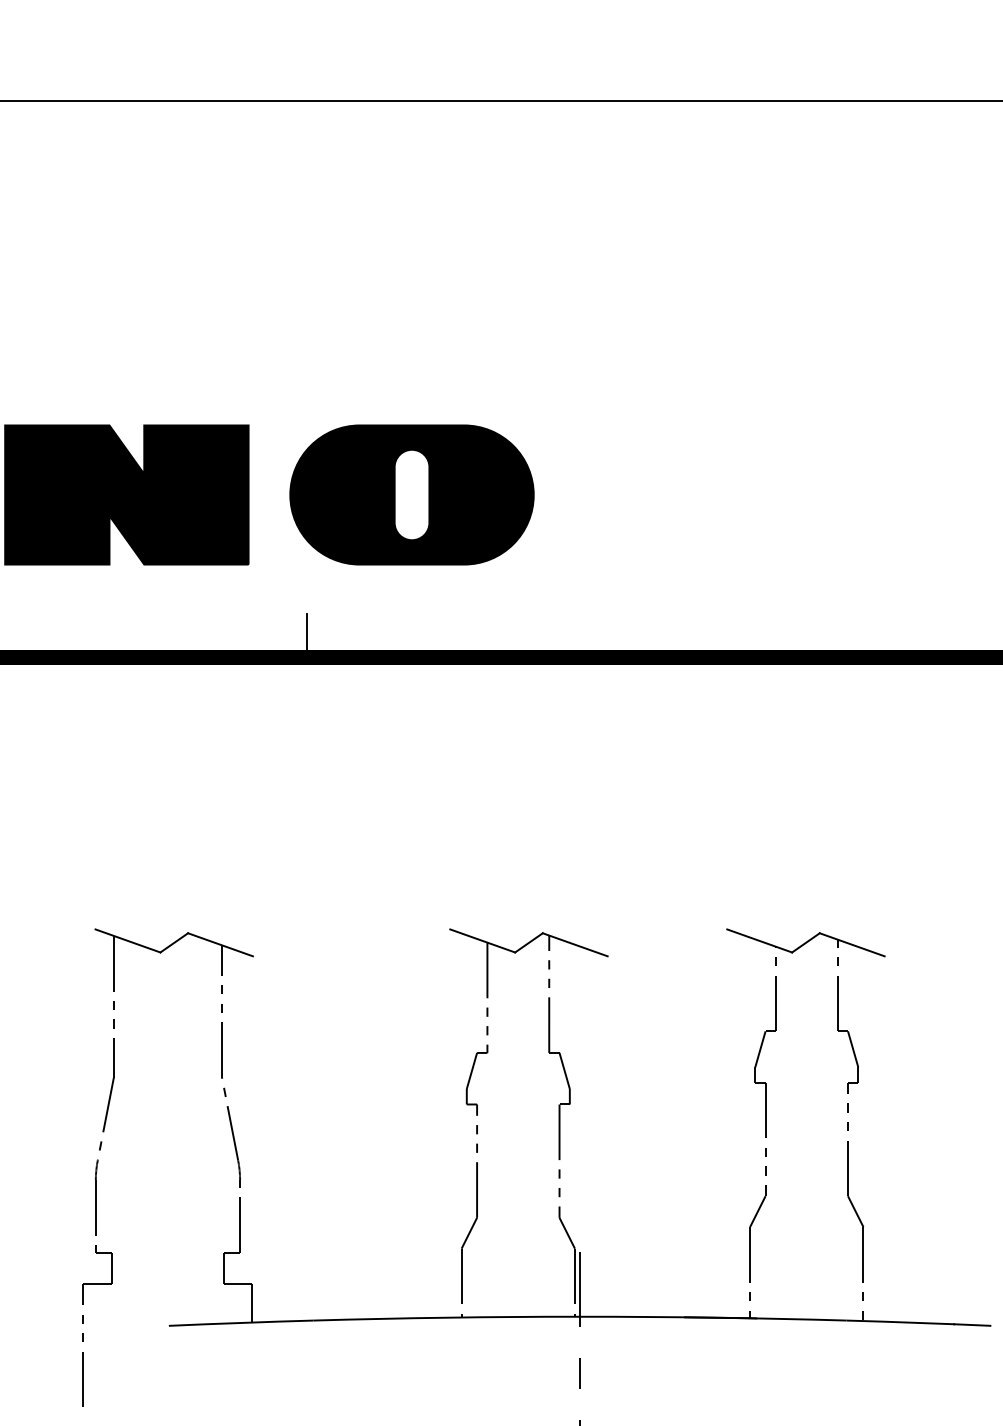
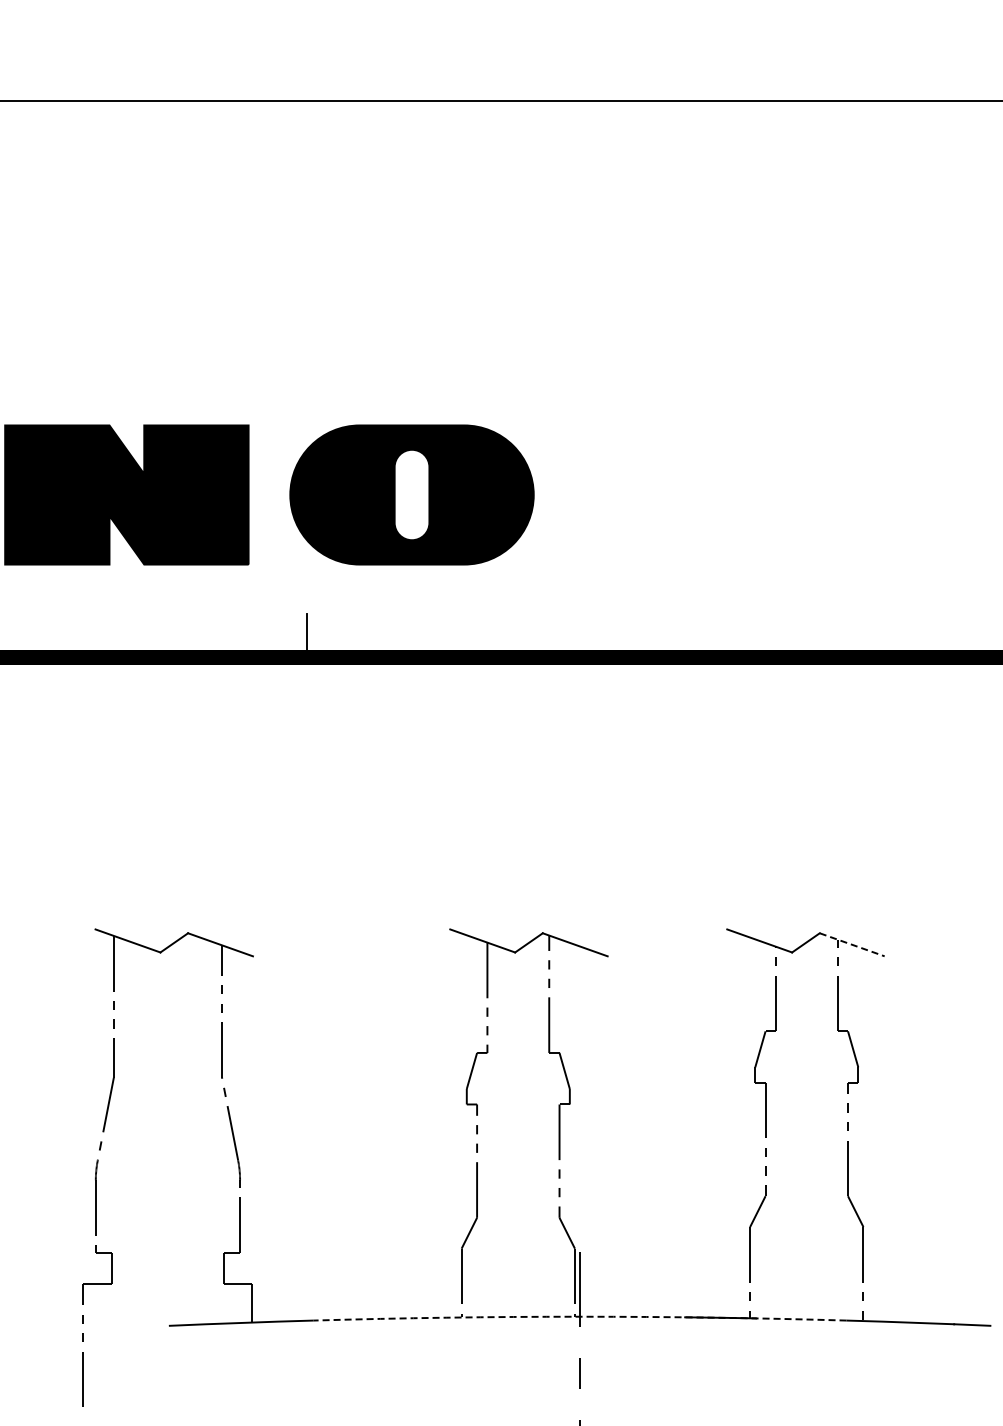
line at (852, 944): solid -> dashed
arc at (580, 1316): solid -> dashed
